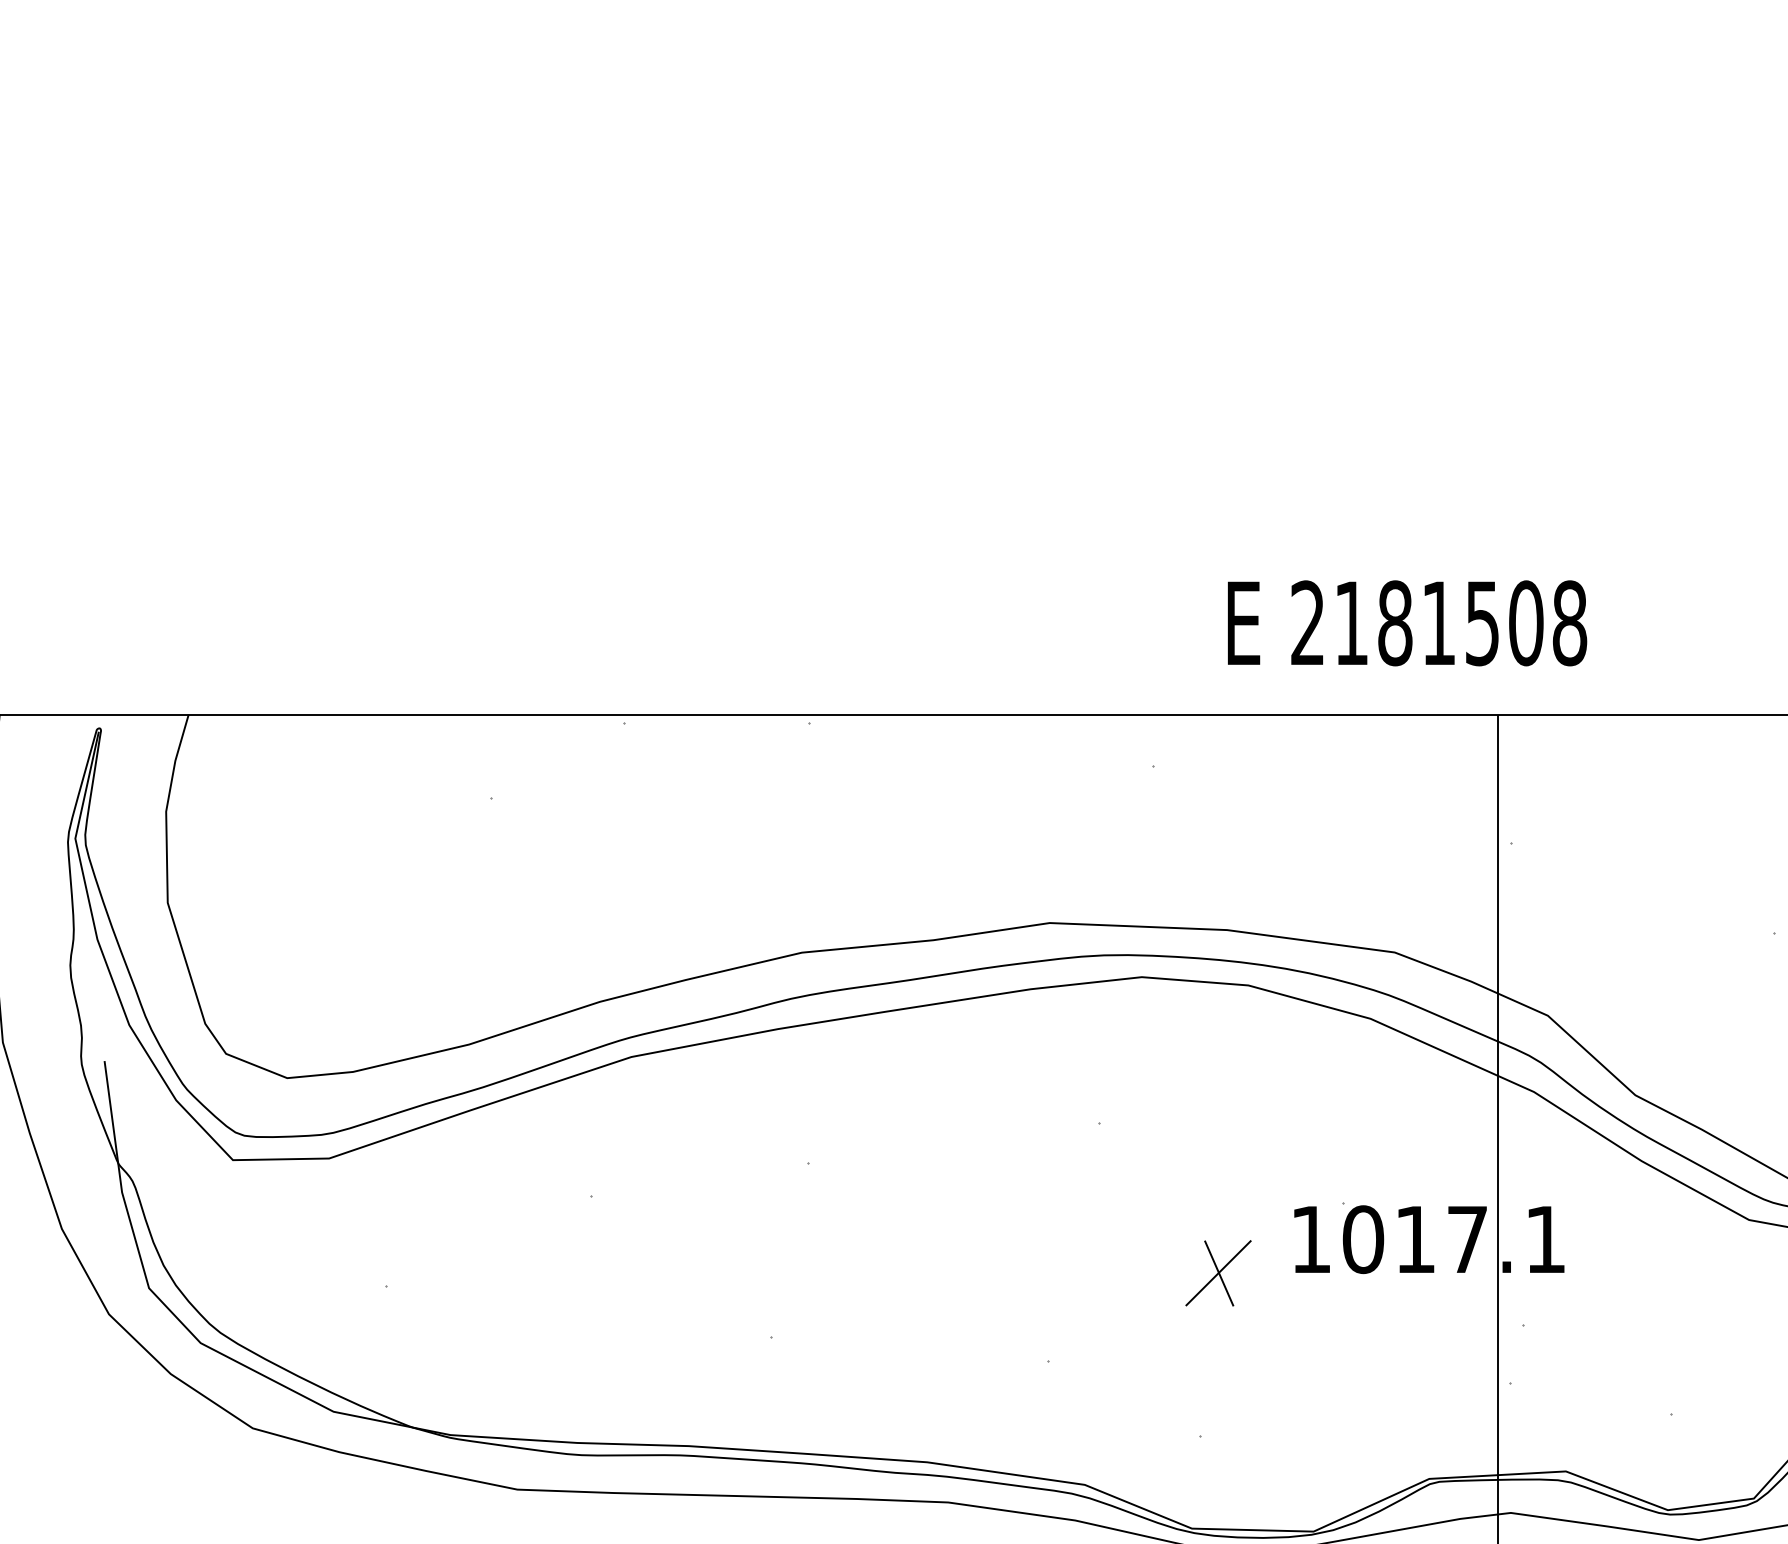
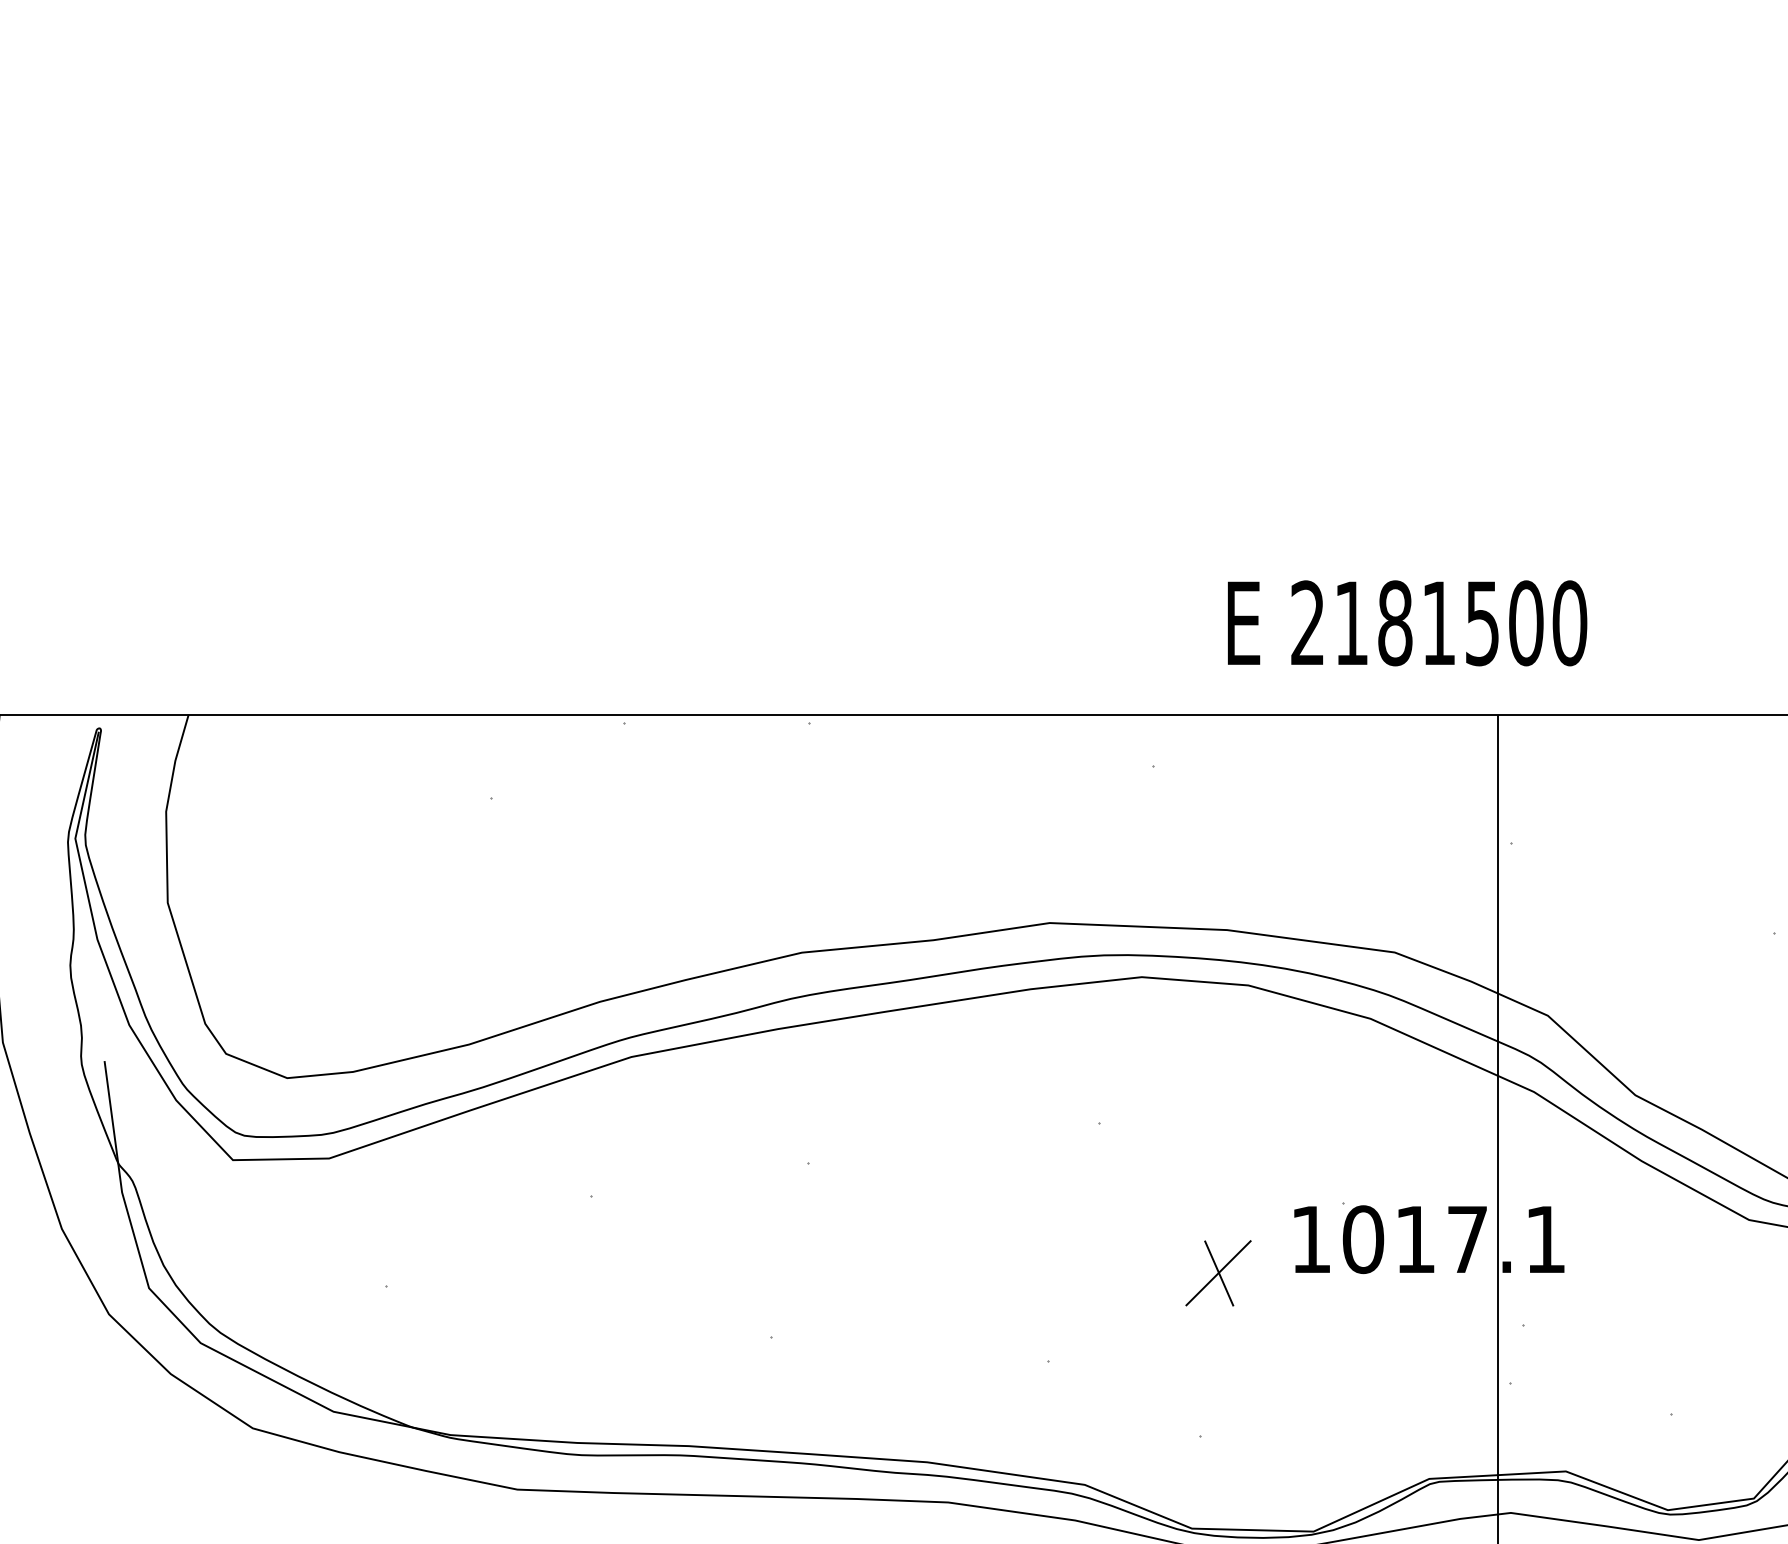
text at (1569, 623): 2181508 -> 2181500
